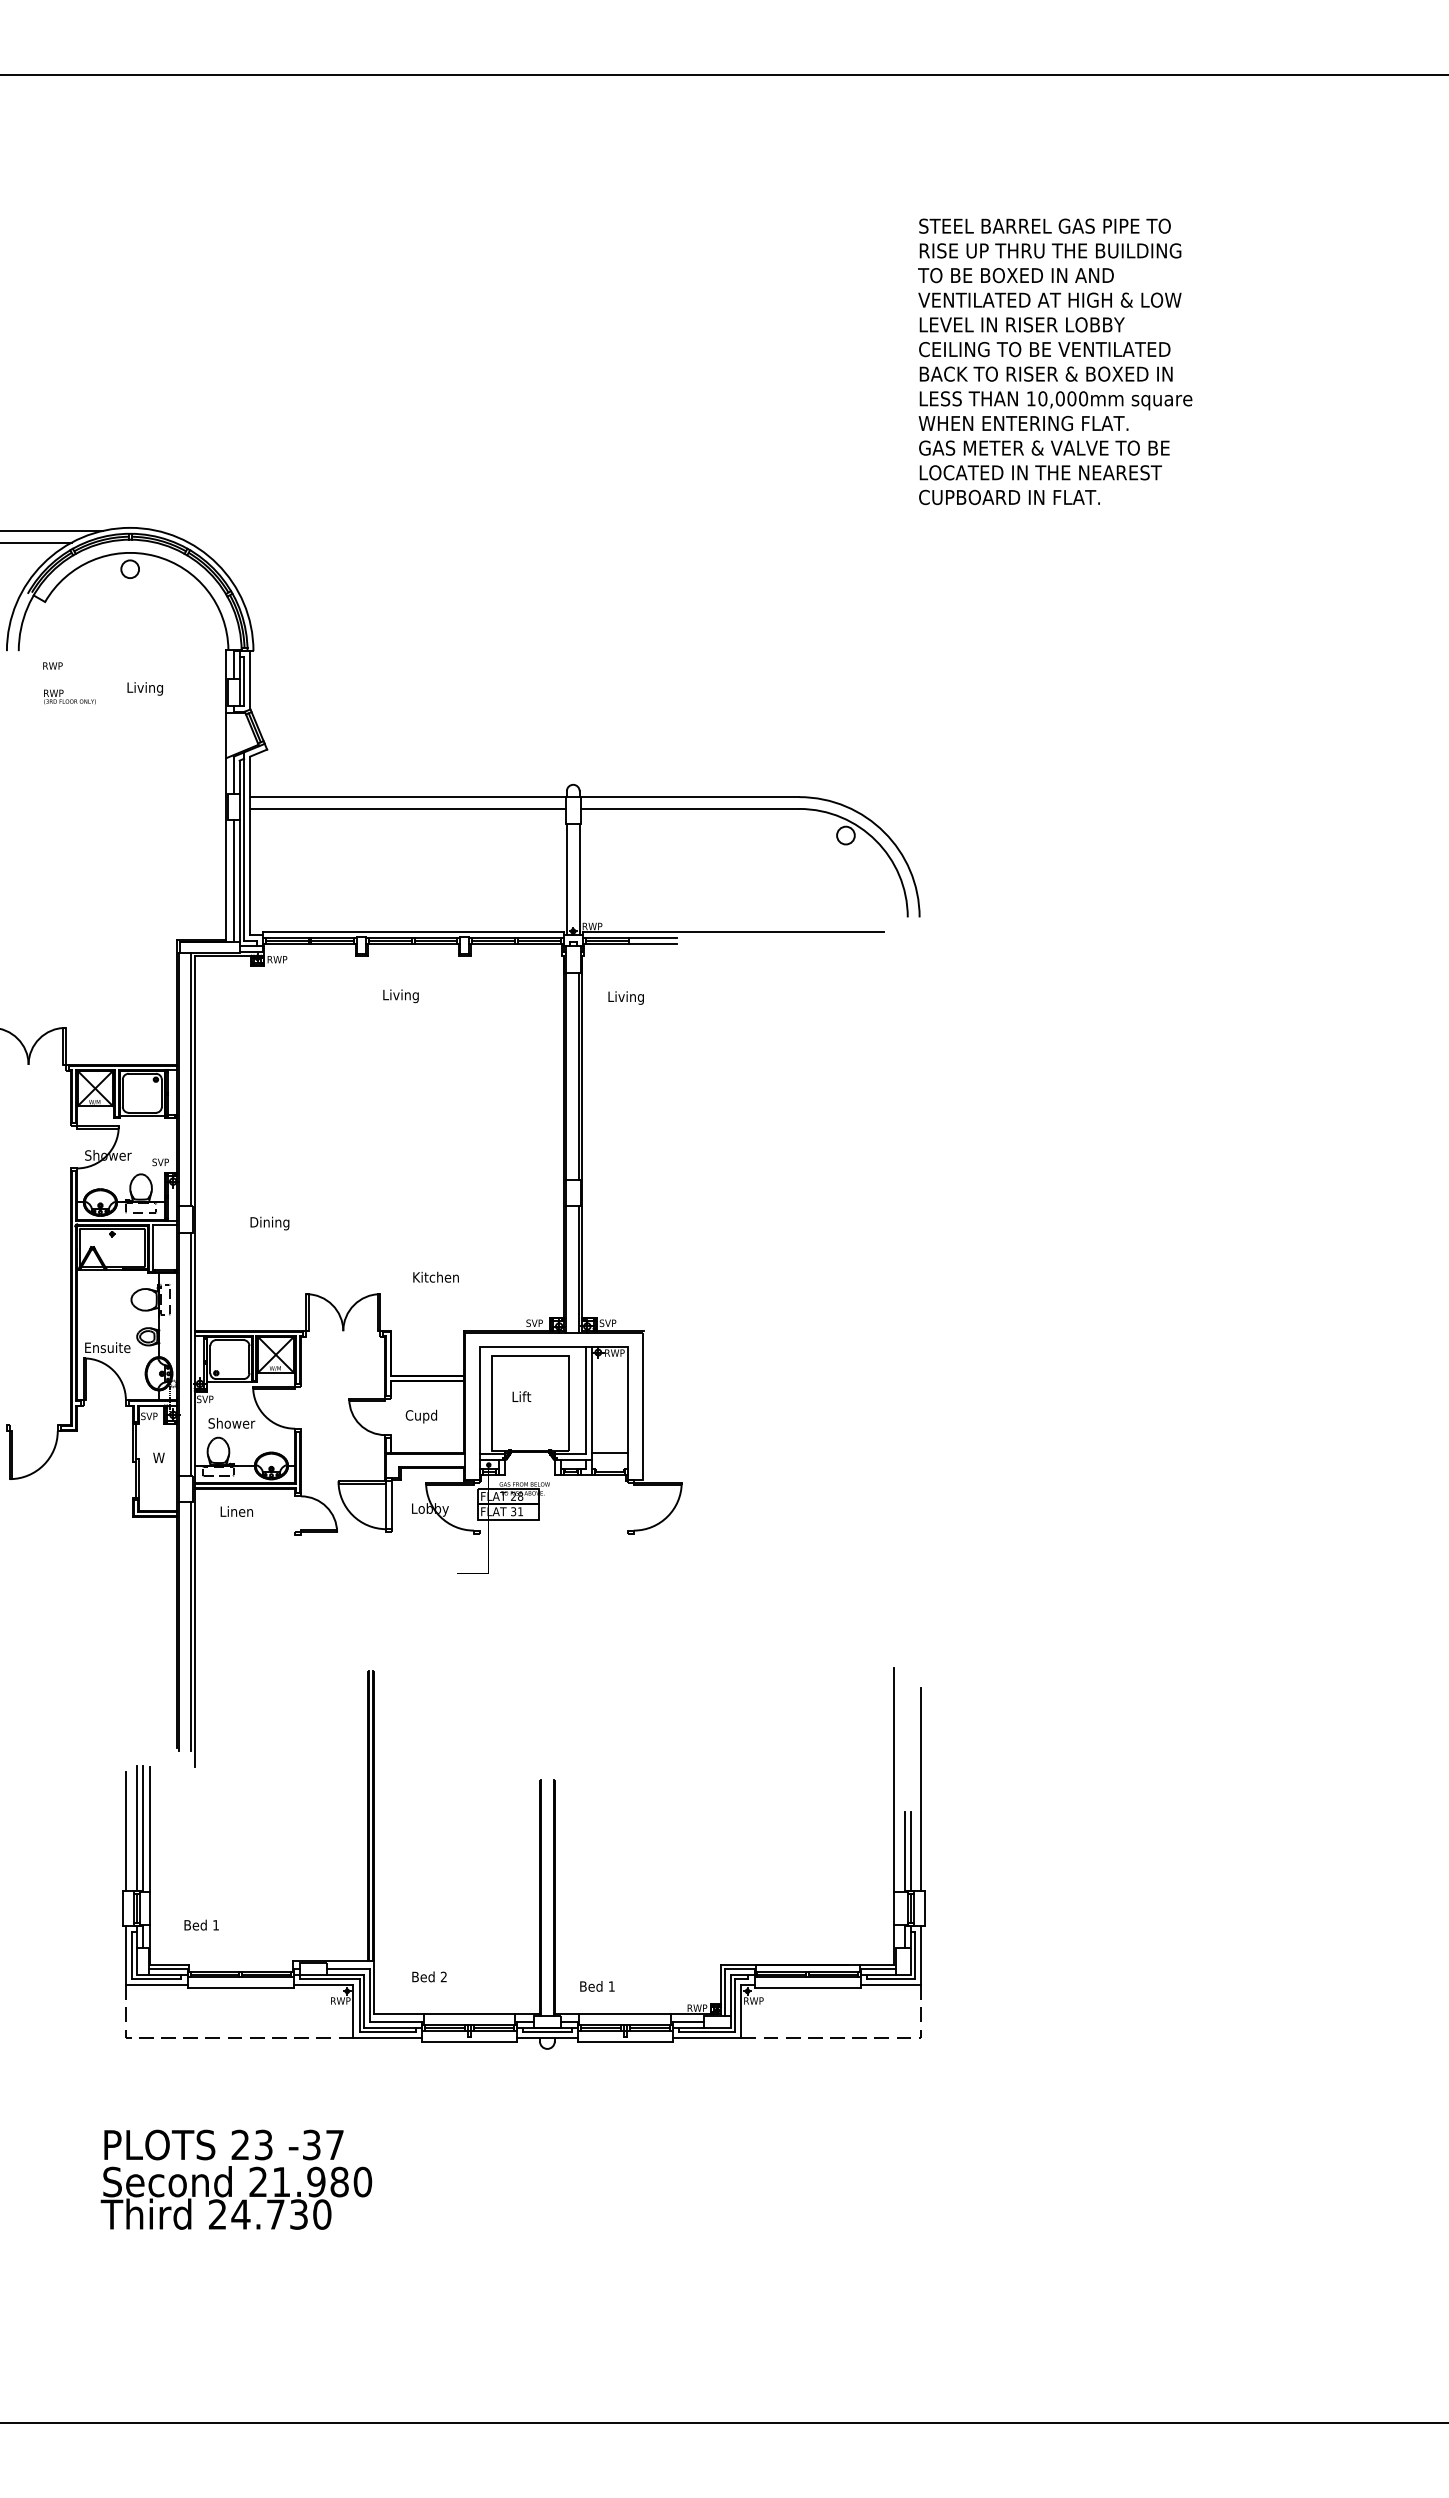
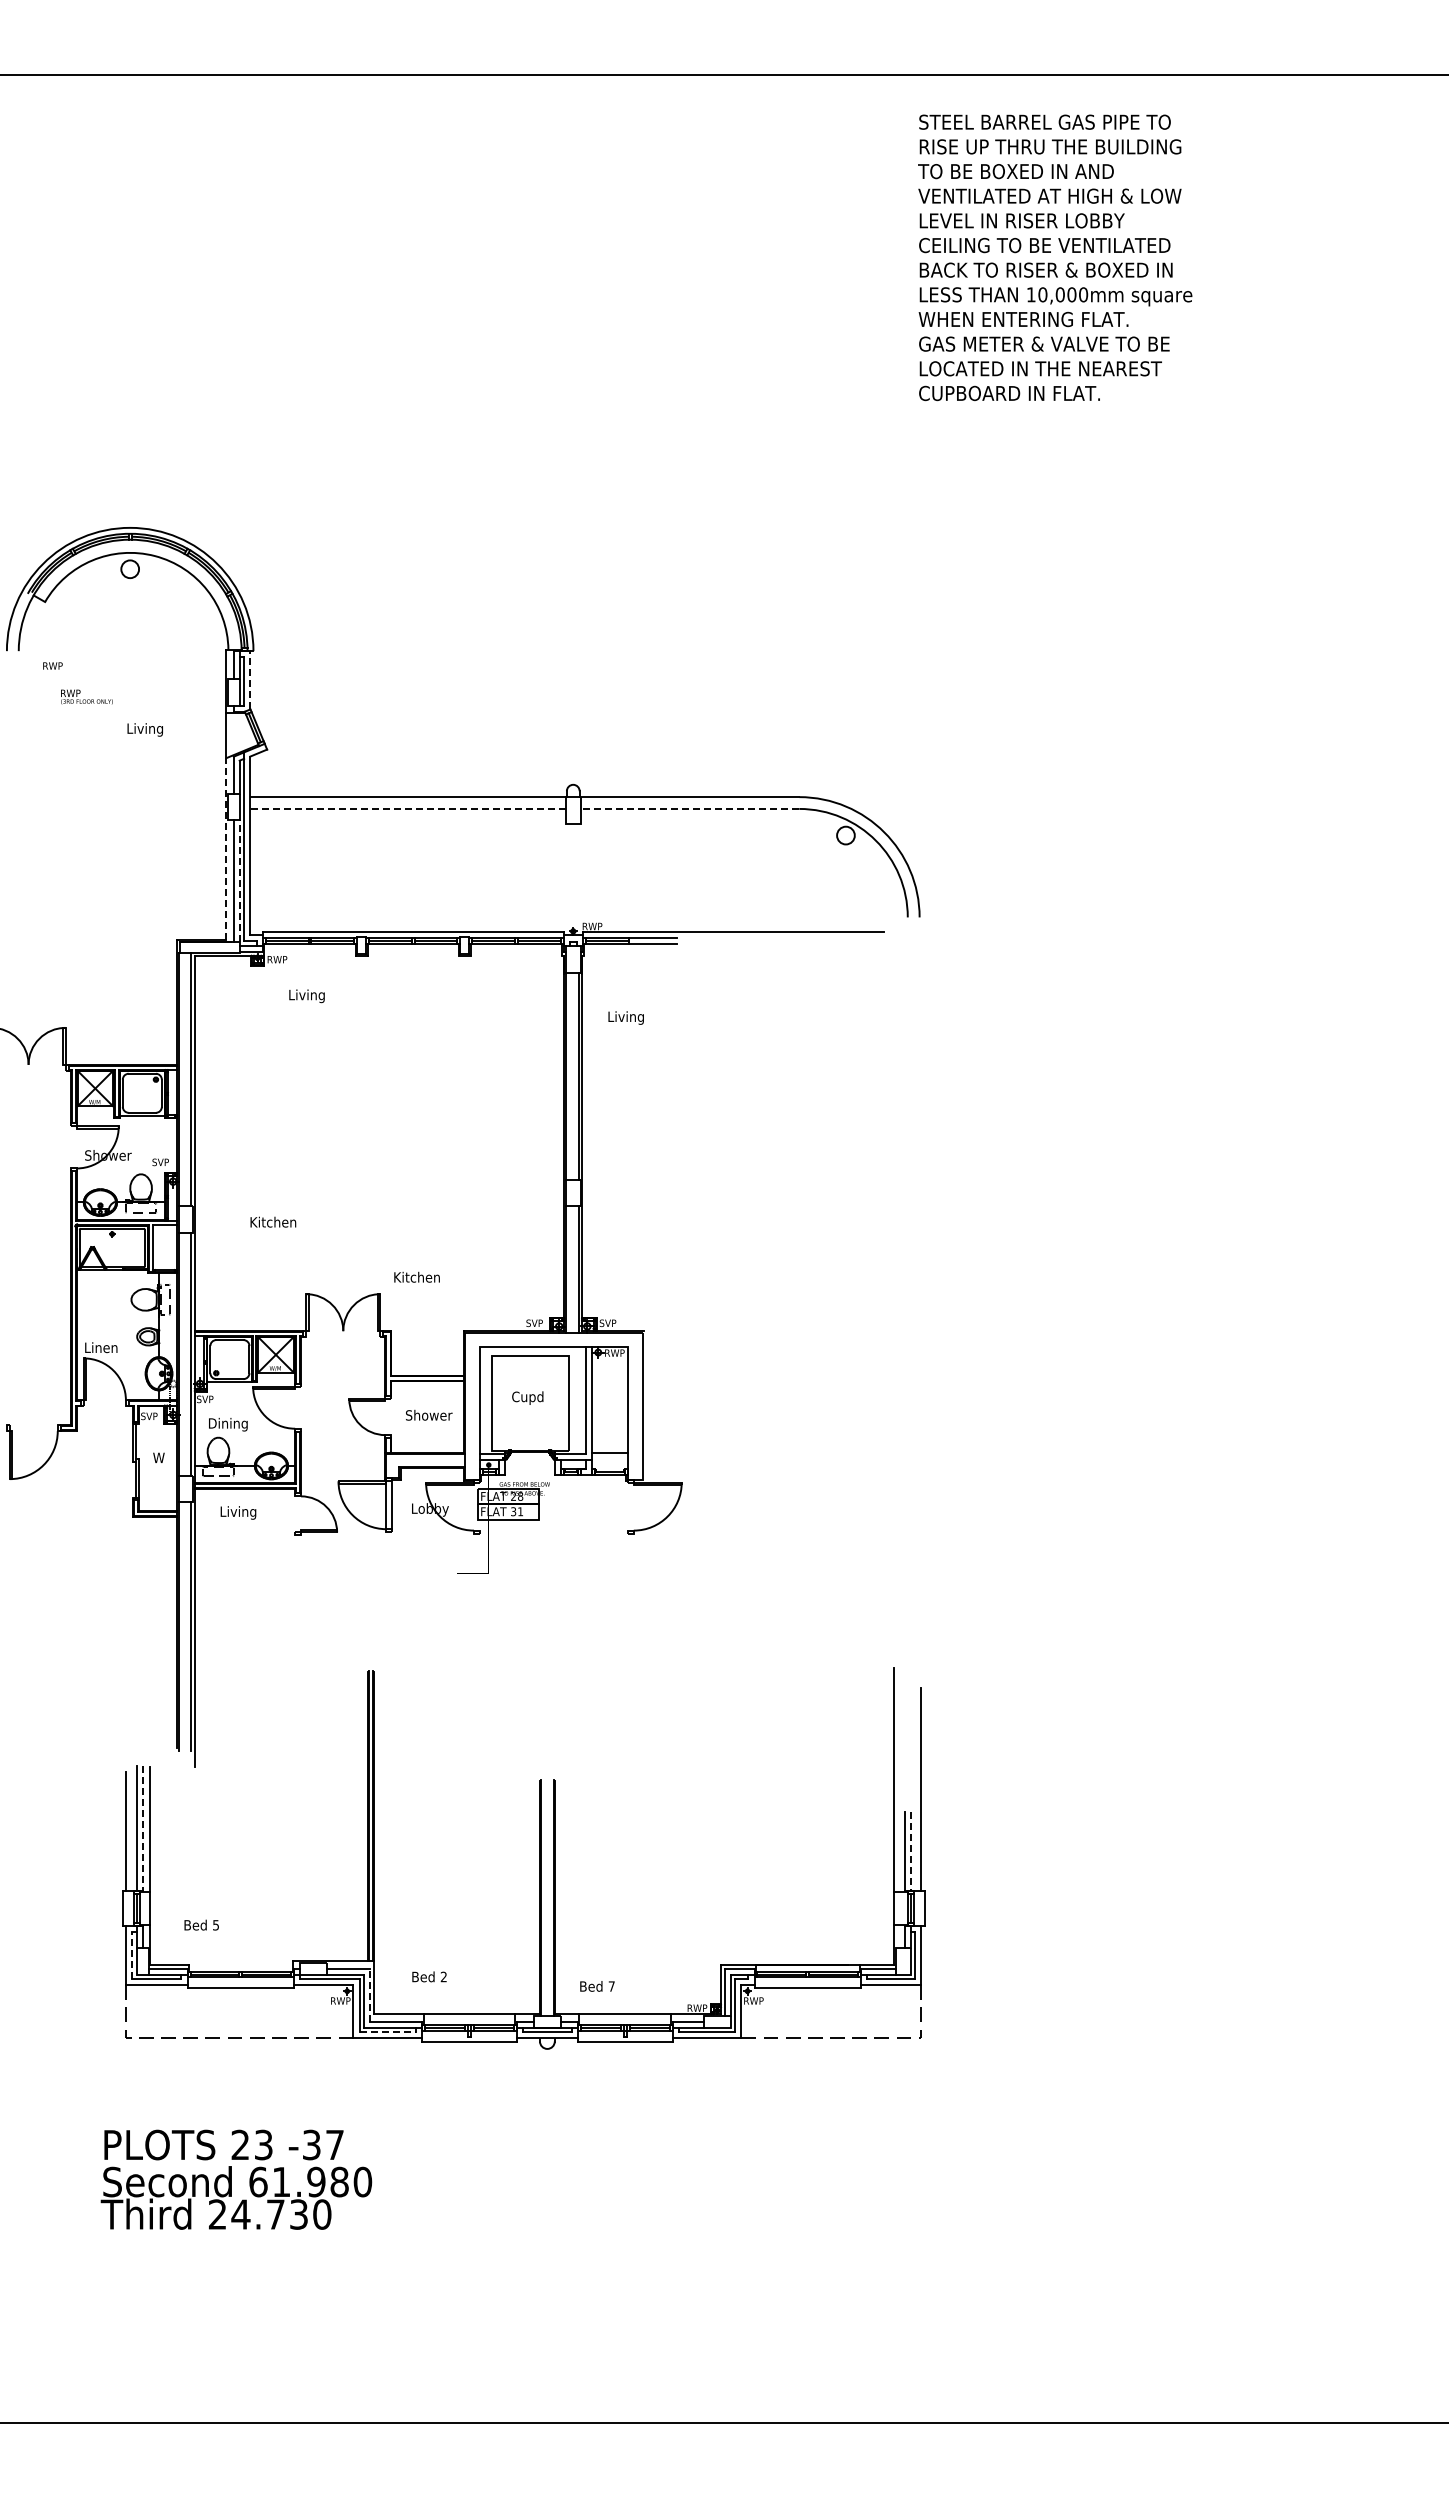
text at (1055, 361) position: (1055, 361) -> (1055, 257)
line at (52, 530): present -> none
line at (36, 542): present -> none
line at (250, 679): solid -> dashed
text at (144, 688) position: (144, 688) -> (144, 729)
text at (69, 696) position: (69, 696) -> (86, 696)
line at (408, 808): solid -> dashed
line at (689, 808): solid -> dashed
line at (226, 849): solid -> dashed
line at (566, 879): present -> none
line at (579, 879): present -> none
line at (239, 880): solid -> dashed
text at (400, 996) position: (400, 996) -> (306, 996)
text at (625, 997) position: (625, 997) -> (625, 1017)
text at (273, 1223): Dining -> Kitchen
text at (435, 1276) position: (435, 1276) -> (416, 1276)
text at (108, 1347): Ensuite -> Linen
text at (527, 1397): Lift -> Cupd
text at (428, 1416): Cupd -> Shower
text at (231, 1424): Shower -> Dining
text at (243, 1512): Linen -> Living
line at (142, 1828): solid -> dashed
line at (910, 1851): solid -> dashed
text at (215, 1925): 1 -> 5
line at (132, 1955): solid -> dashed
text at (611, 1986): 1 -> 7
line at (369, 1995): solid -> dashed
line at (388, 2032): solid -> dashed
text at (258, 2181): 21.980 -> 61.980
